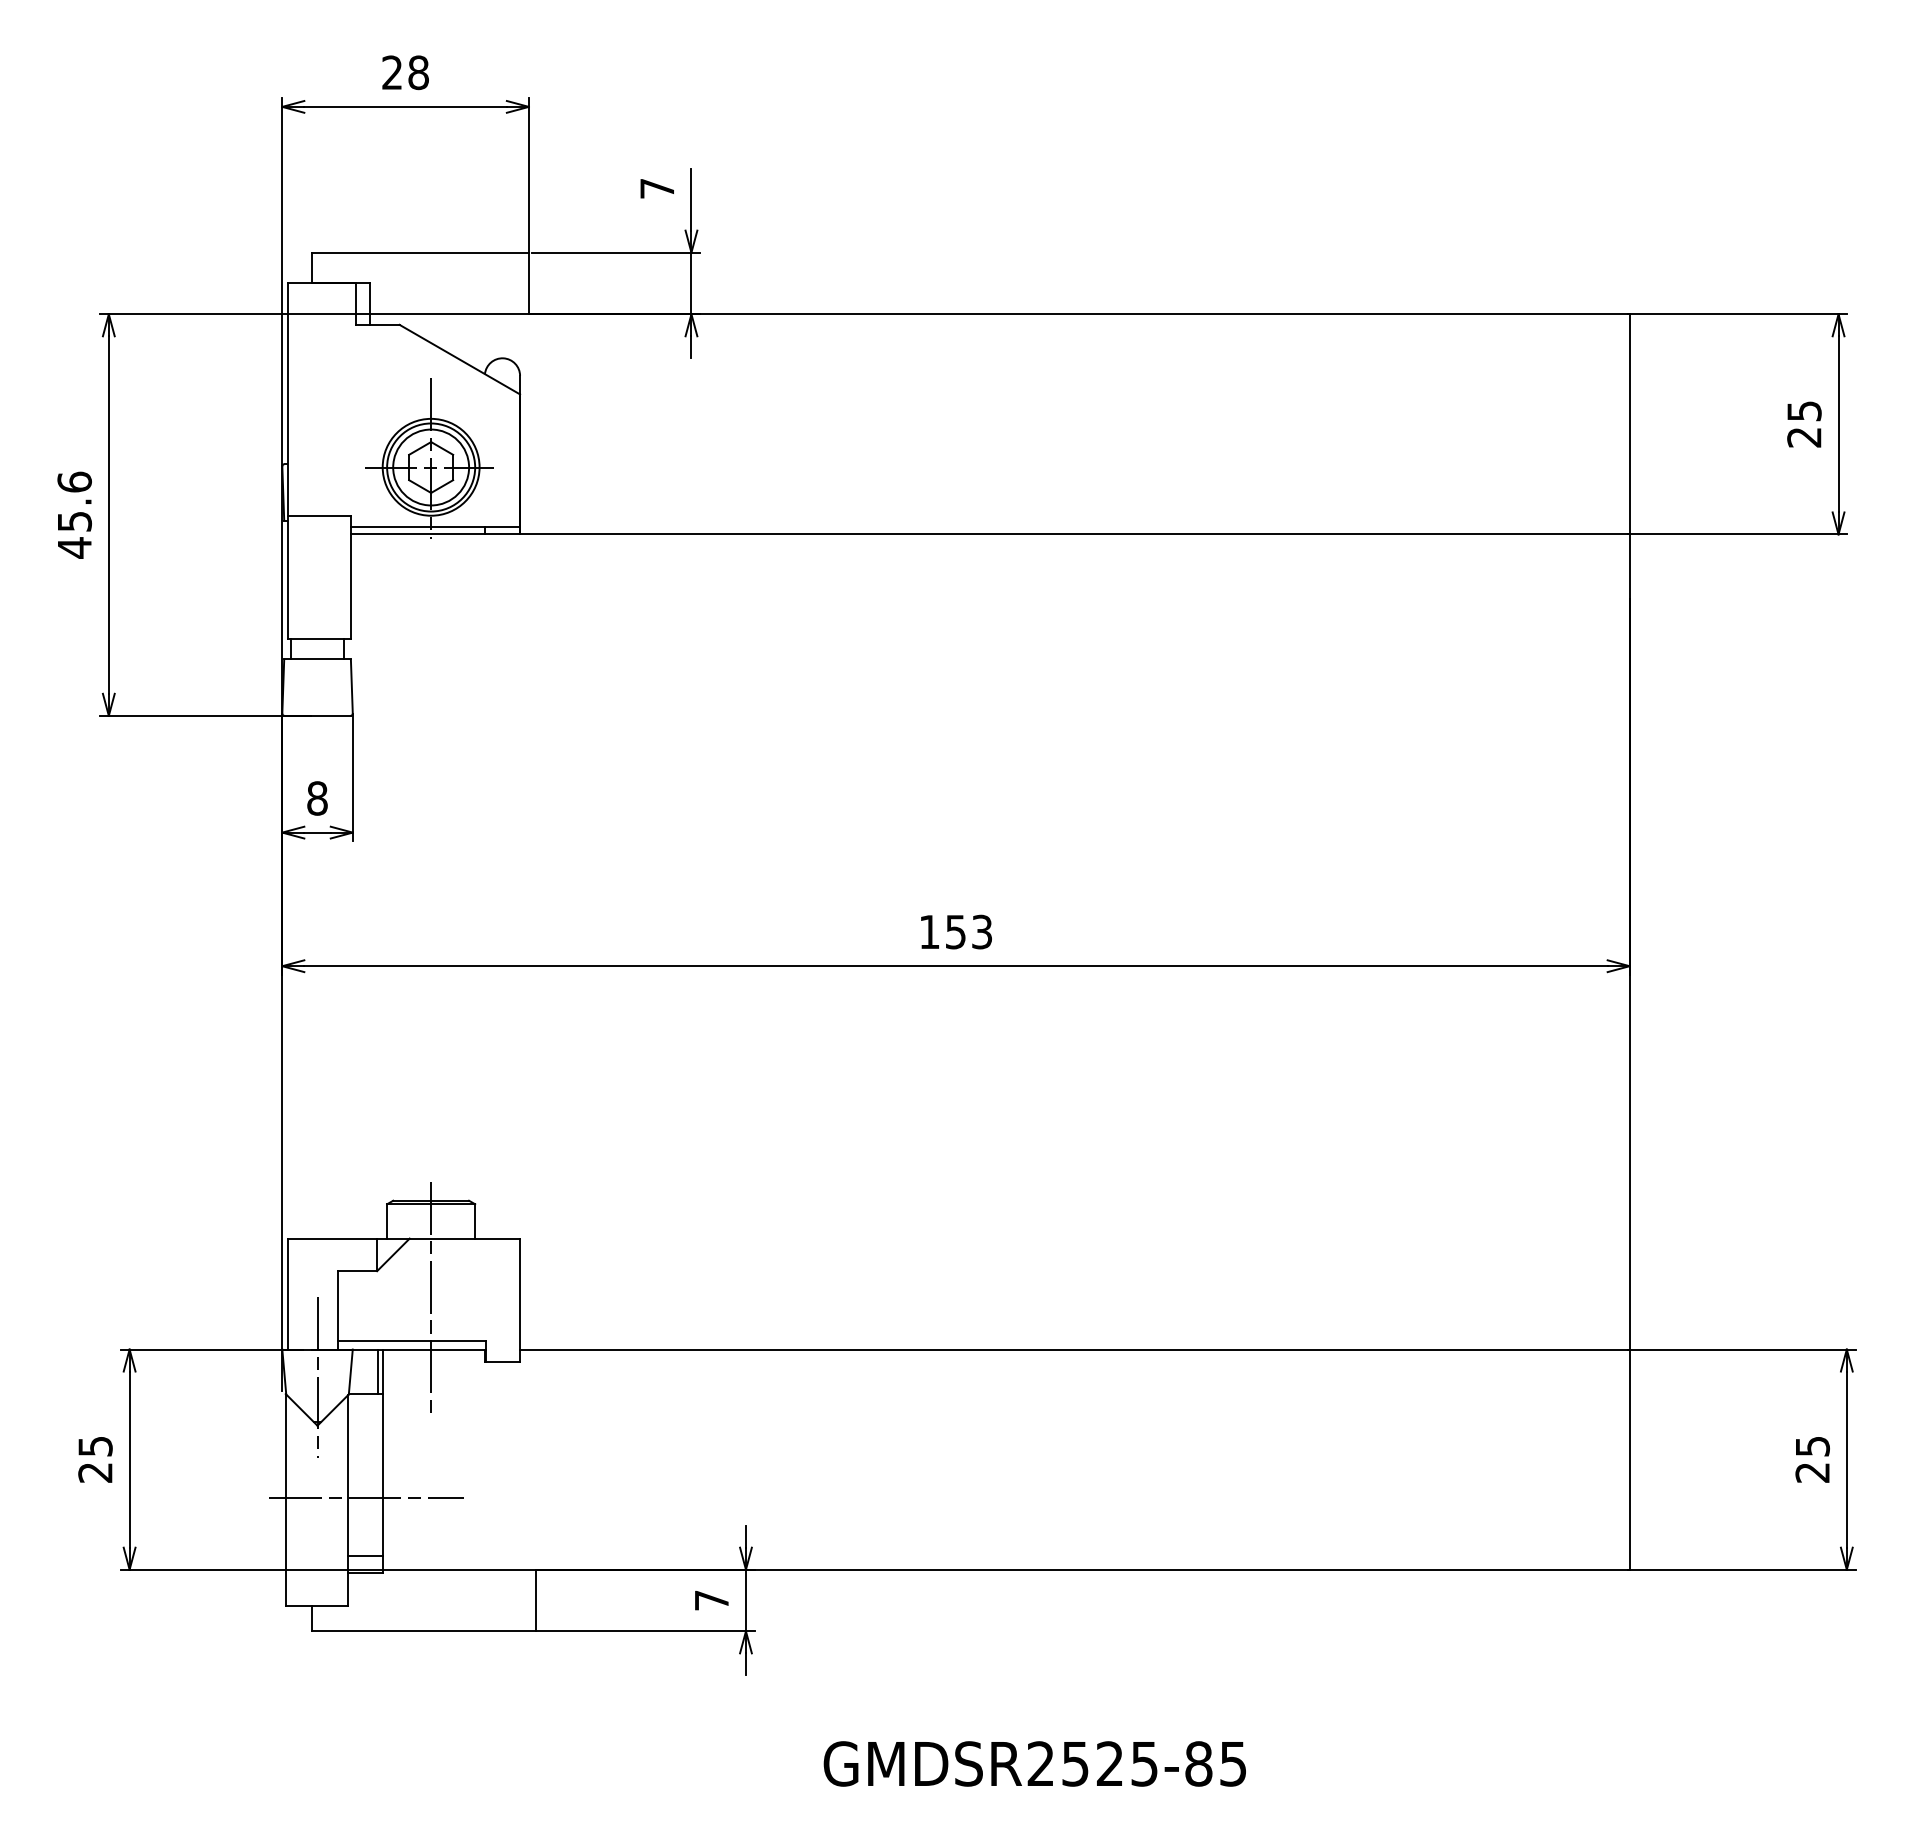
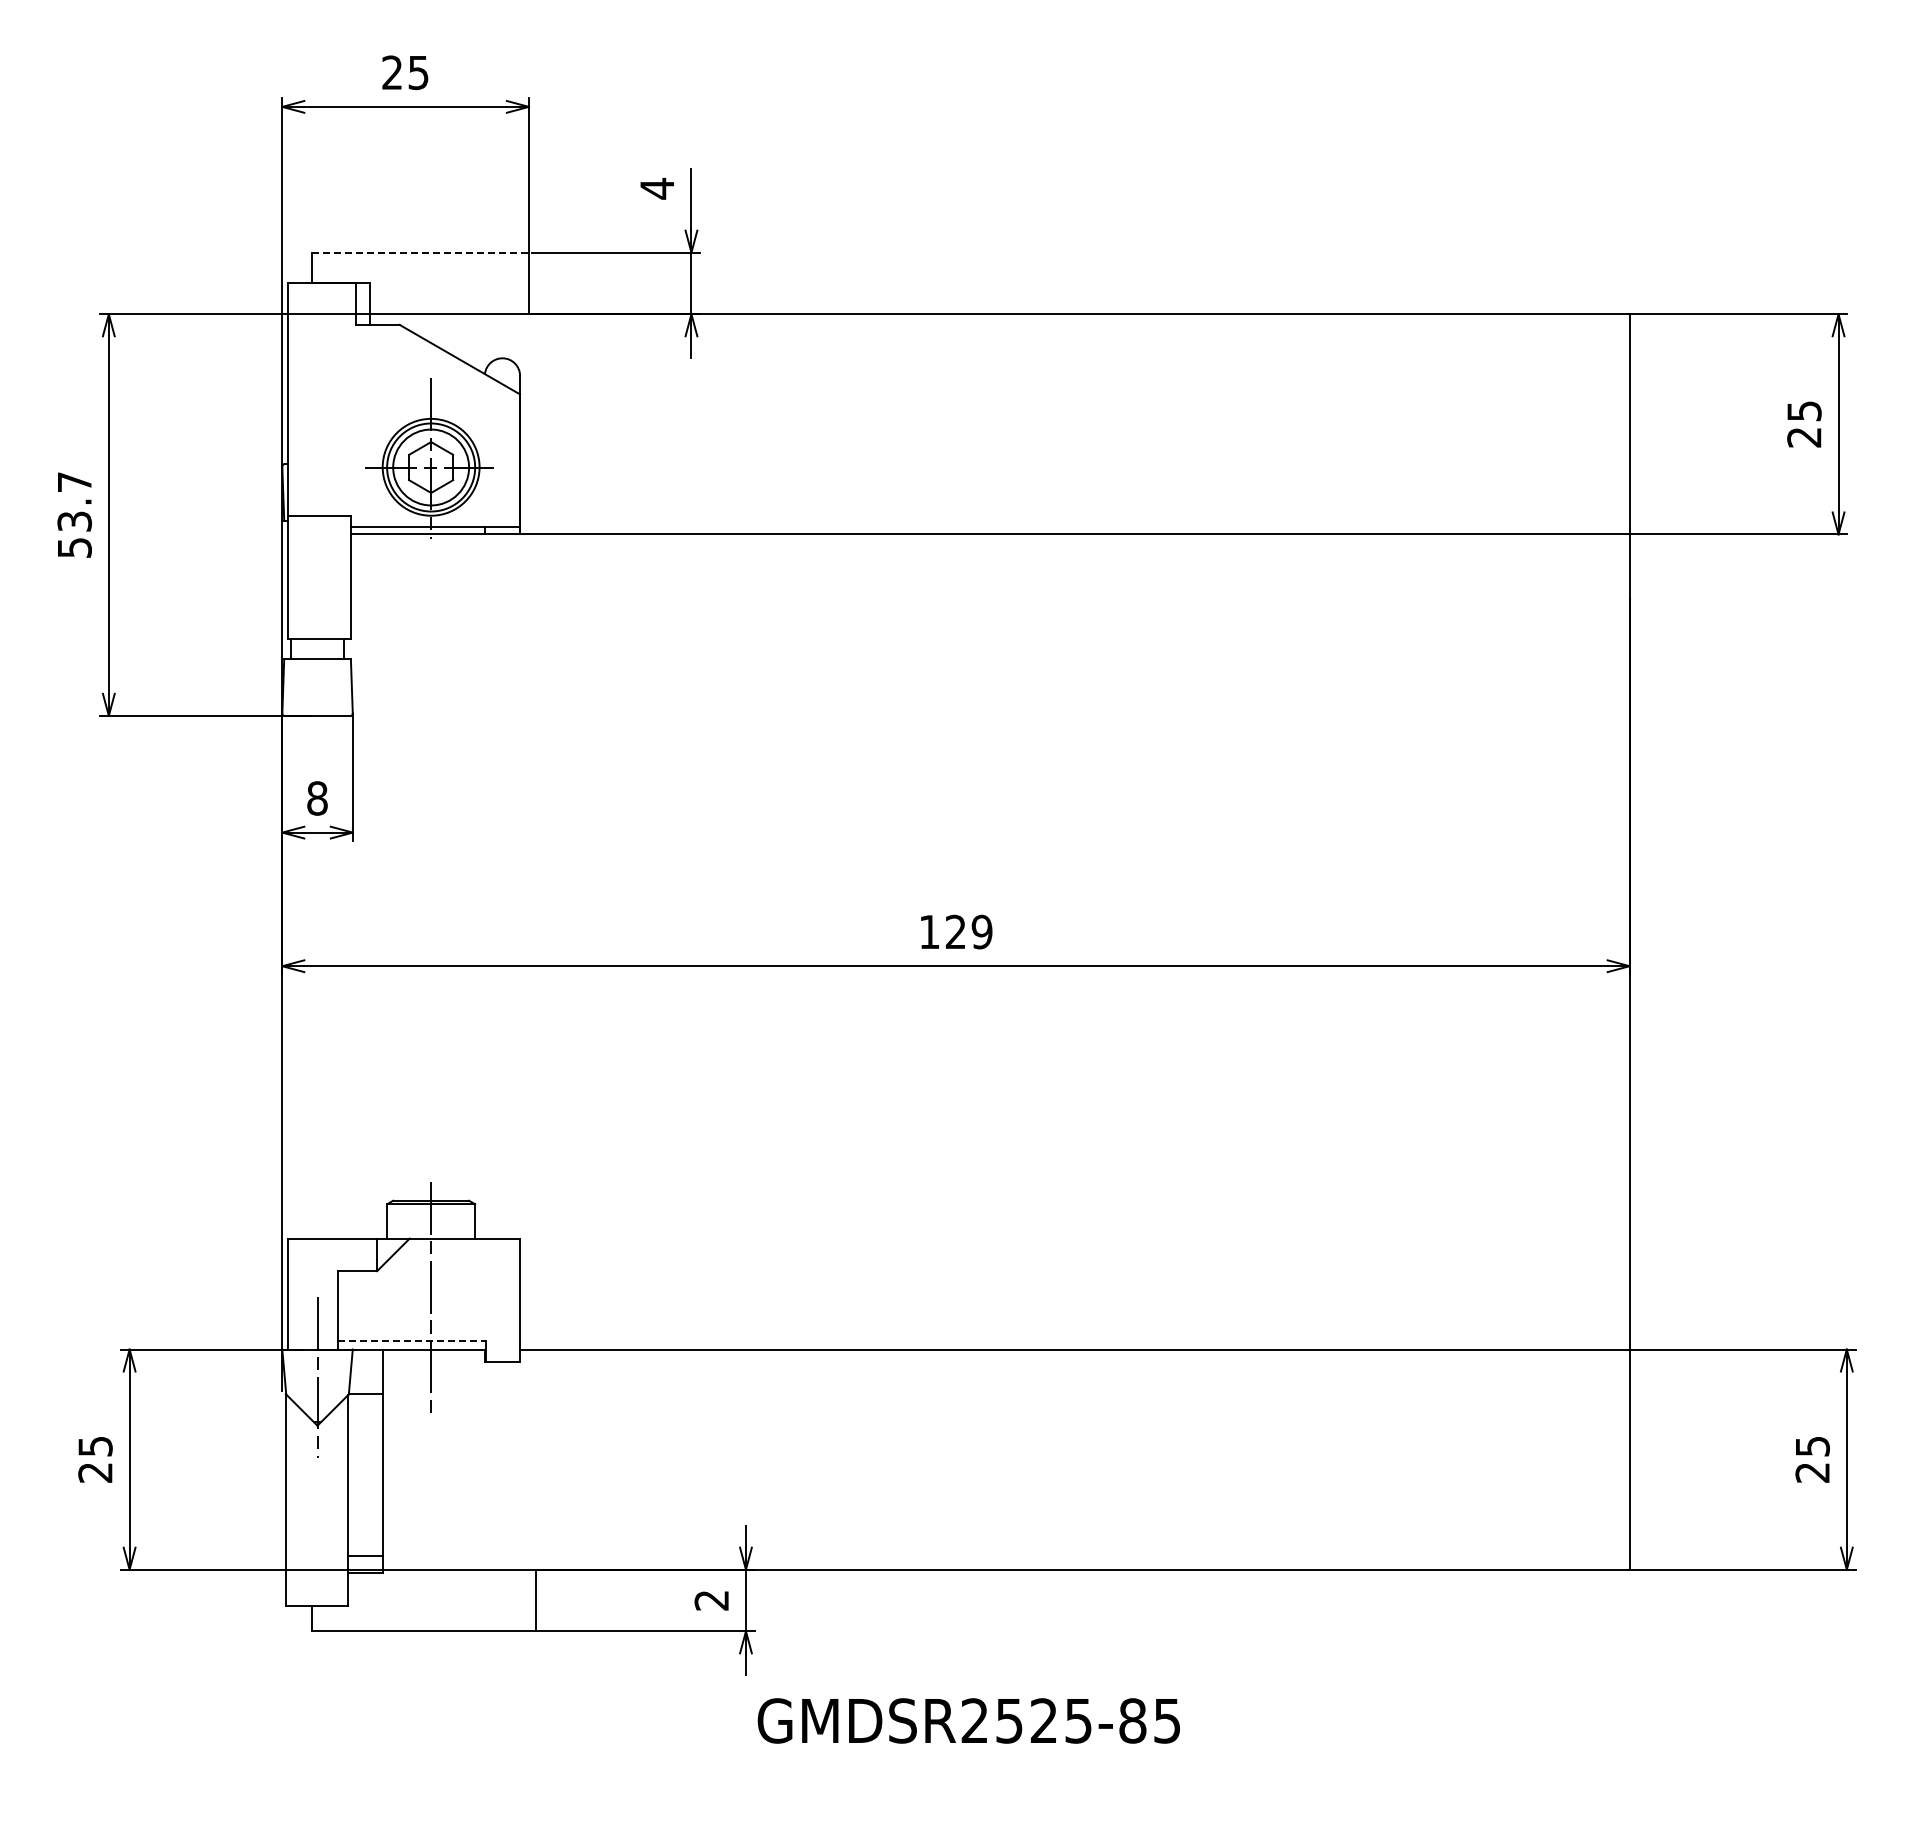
text at (418, 72): 28 -> 25
text at (656, 188): 7 -> 4
line at (421, 252): solid -> dashed
text at (74, 514): 45.6 -> 53.7
text at (968, 931): 153 -> 129
line at (411, 1340): solid -> dashed
line at (378, 1371): present -> none
line at (366, 1498): present -> none
text at (711, 1600): 7 -> 2
text at (1034, 1763) position: (1034, 1763) -> (968, 1720)
